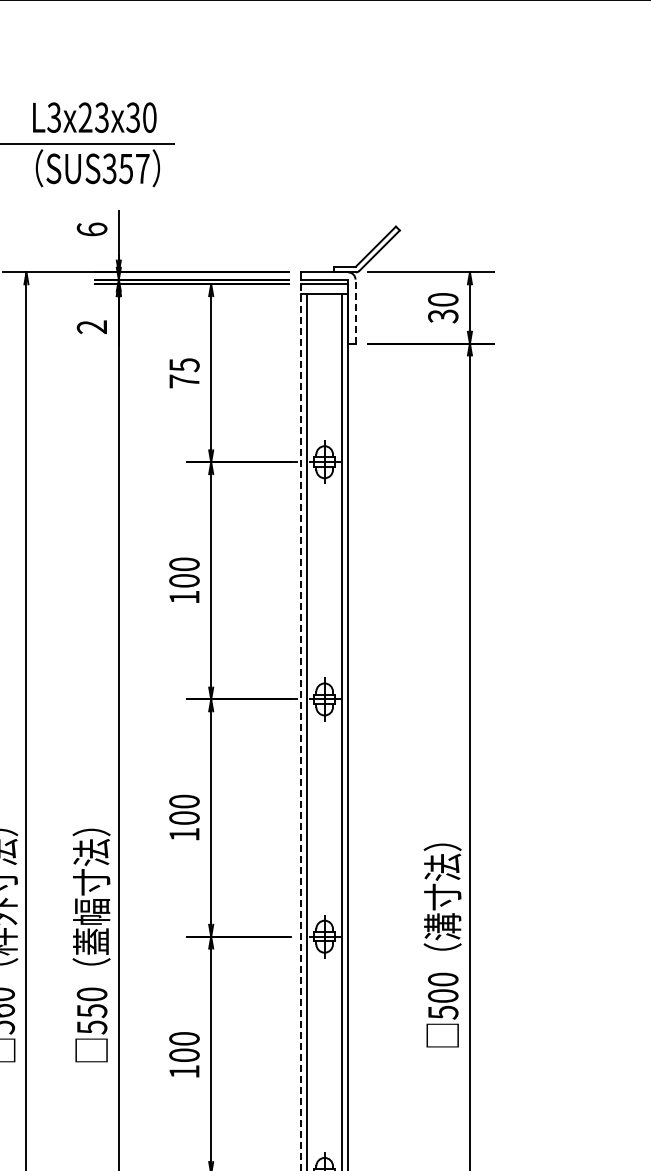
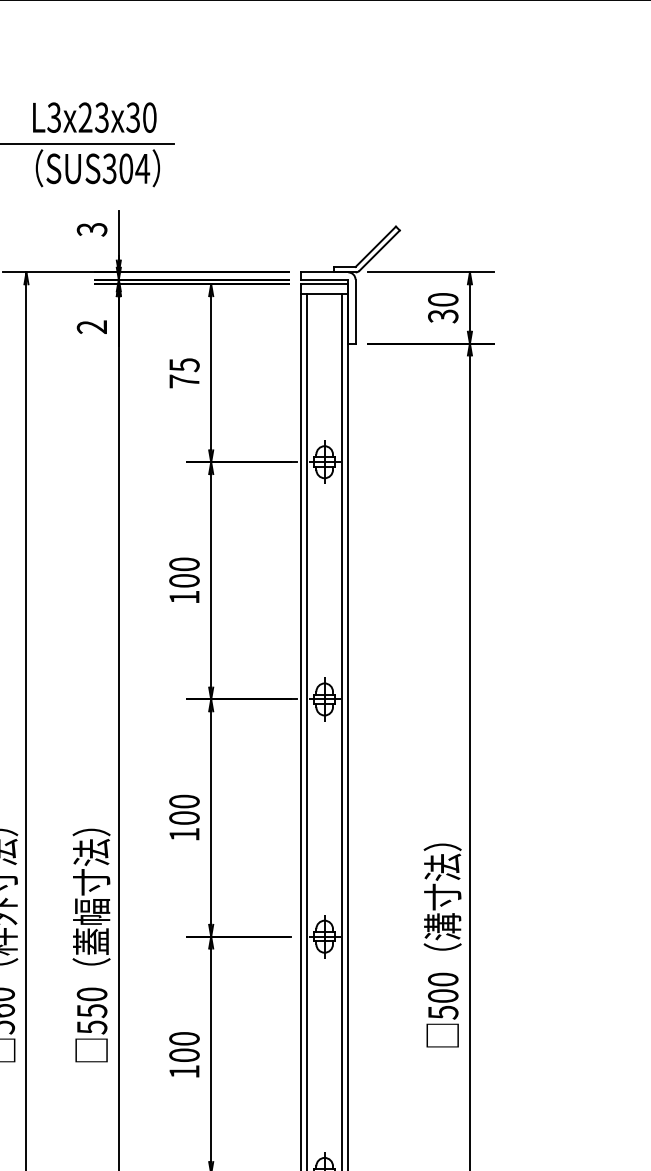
text at (134, 168): SUS357 -> SUS304
text at (91, 229): 6 -> 3
line at (355, 311): dashed -> solid
line at (300, 727): dashed -> solid
